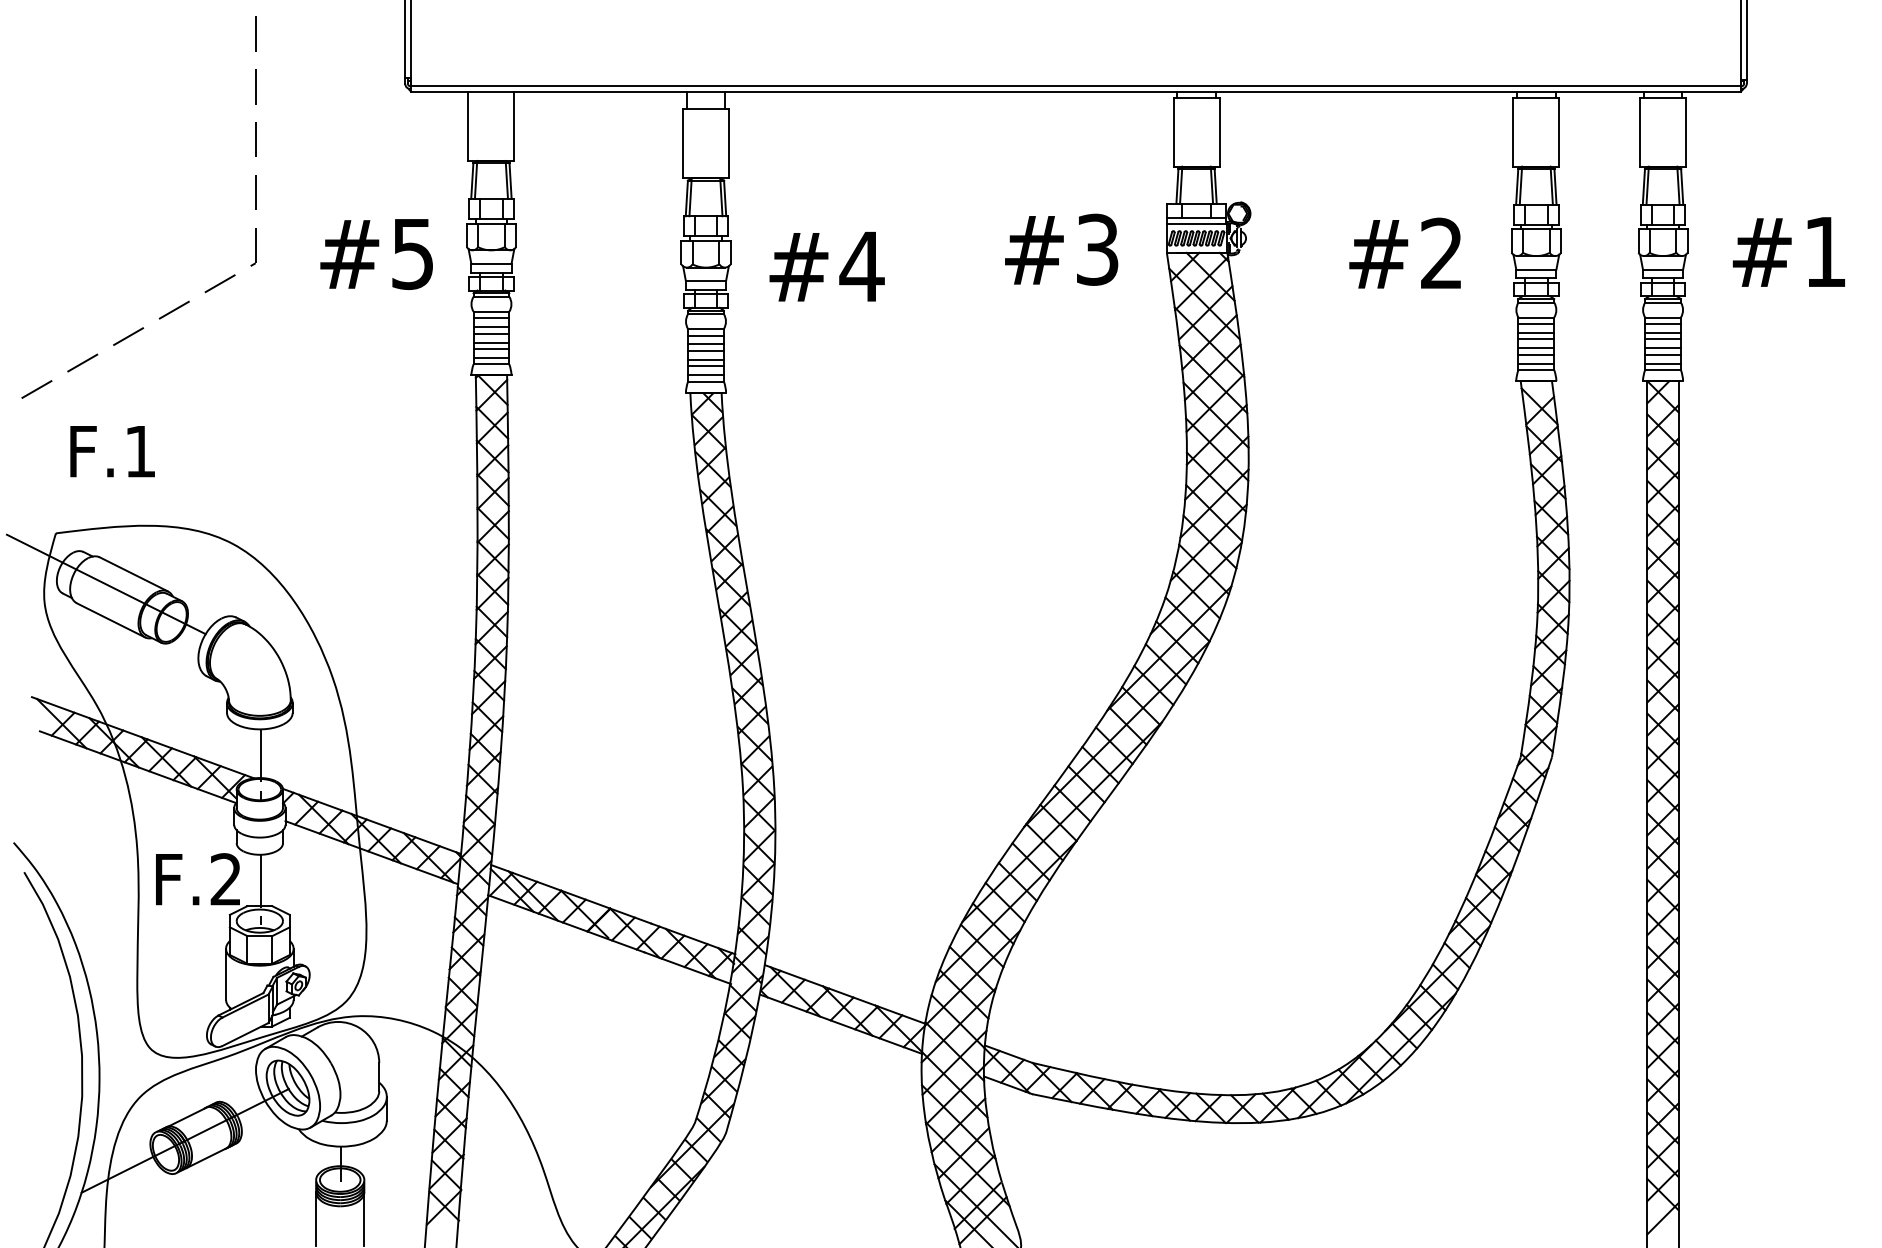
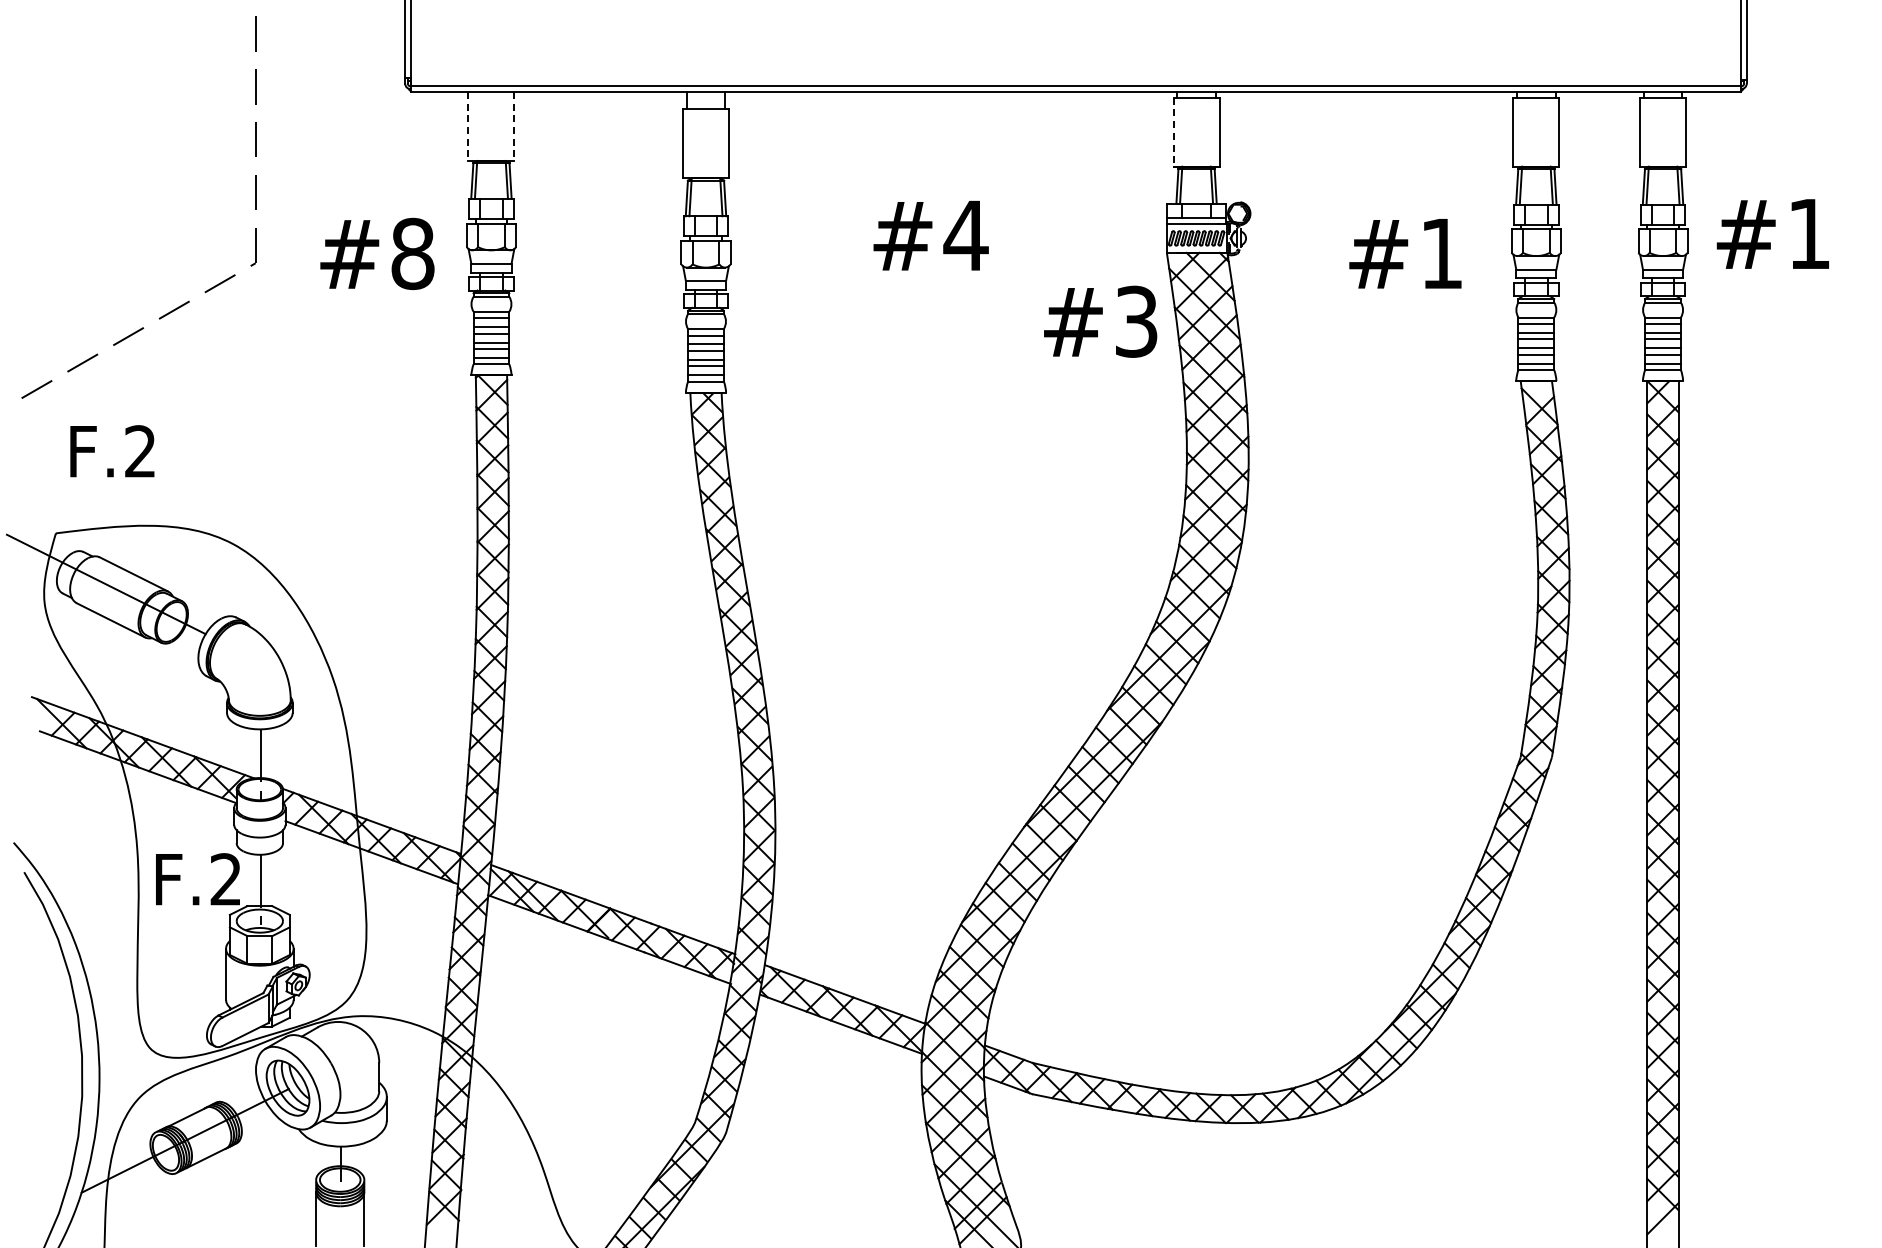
line at (468, 126): solid -> dashed
line at (514, 126): solid -> dashed
line at (1173, 132): solid -> dashed
text at (1061, 249) position: (1061, 249) -> (1100, 321)
text at (1788, 251) position: (1788, 251) -> (1772, 233)
text at (1441, 252): #2 -> #1
text at (412, 253): #5 -> #8
text at (826, 266) position: (826, 266) -> (930, 235)
text at (139, 451): F.1 -> F.2
